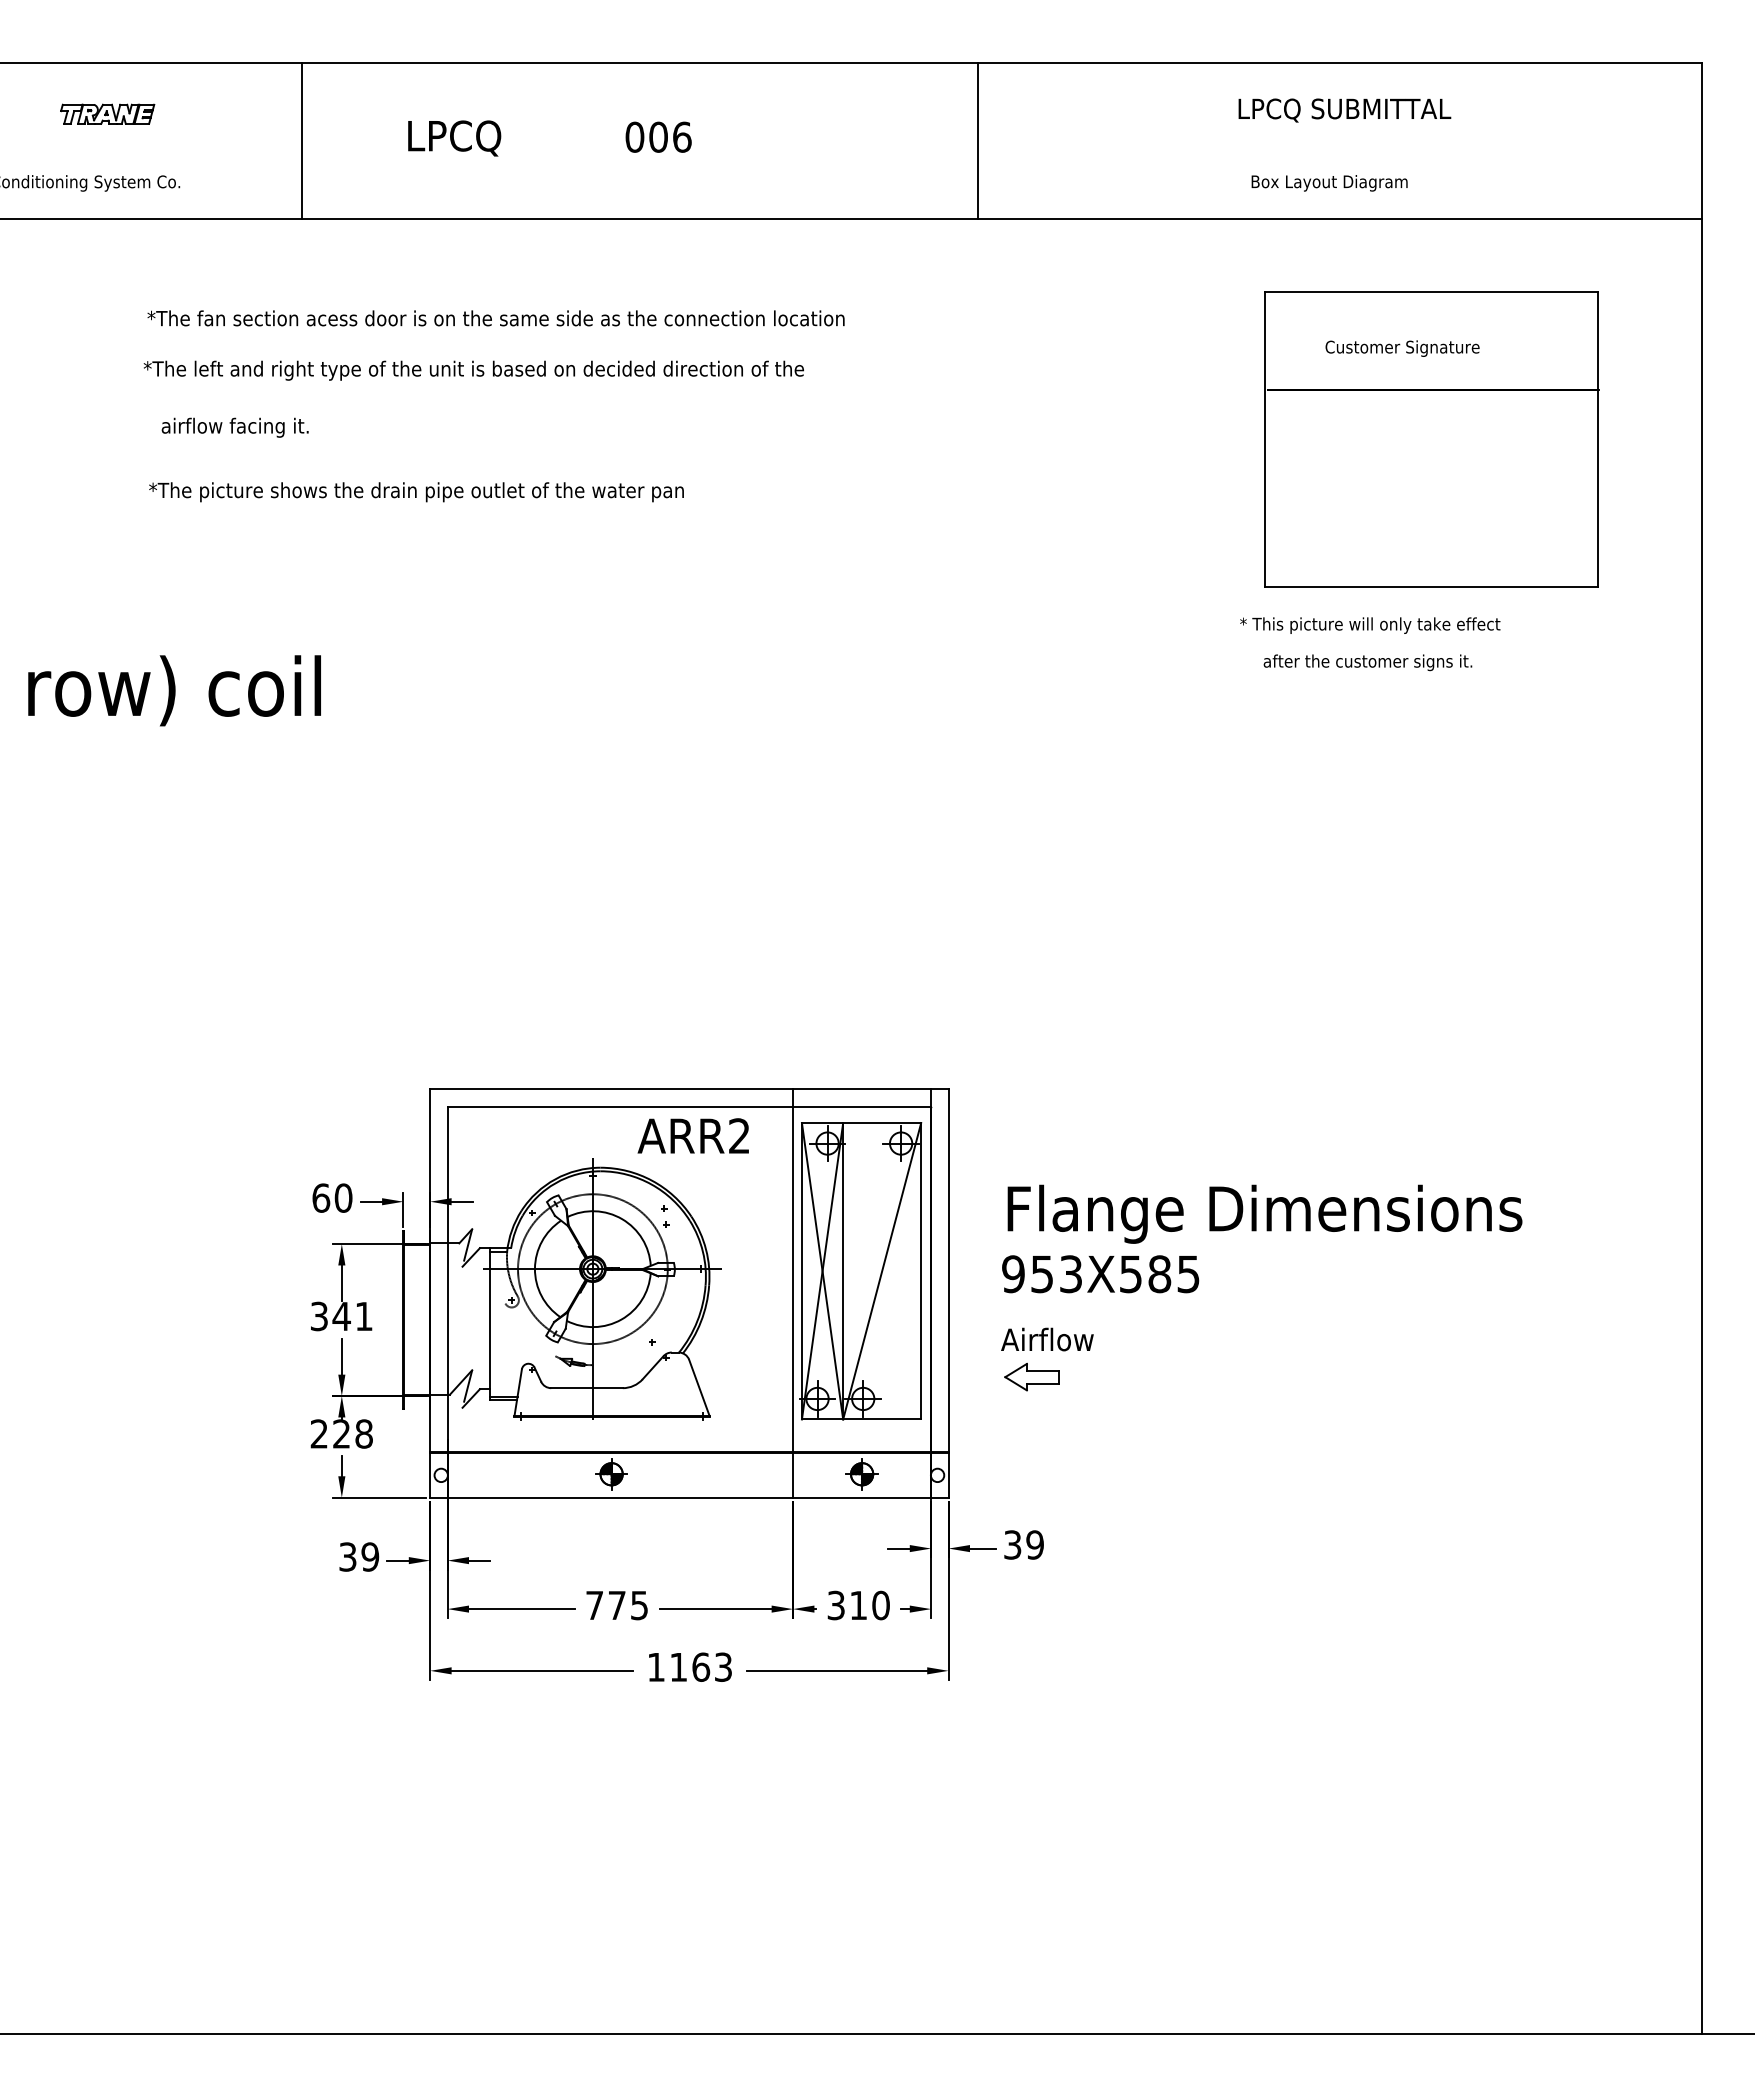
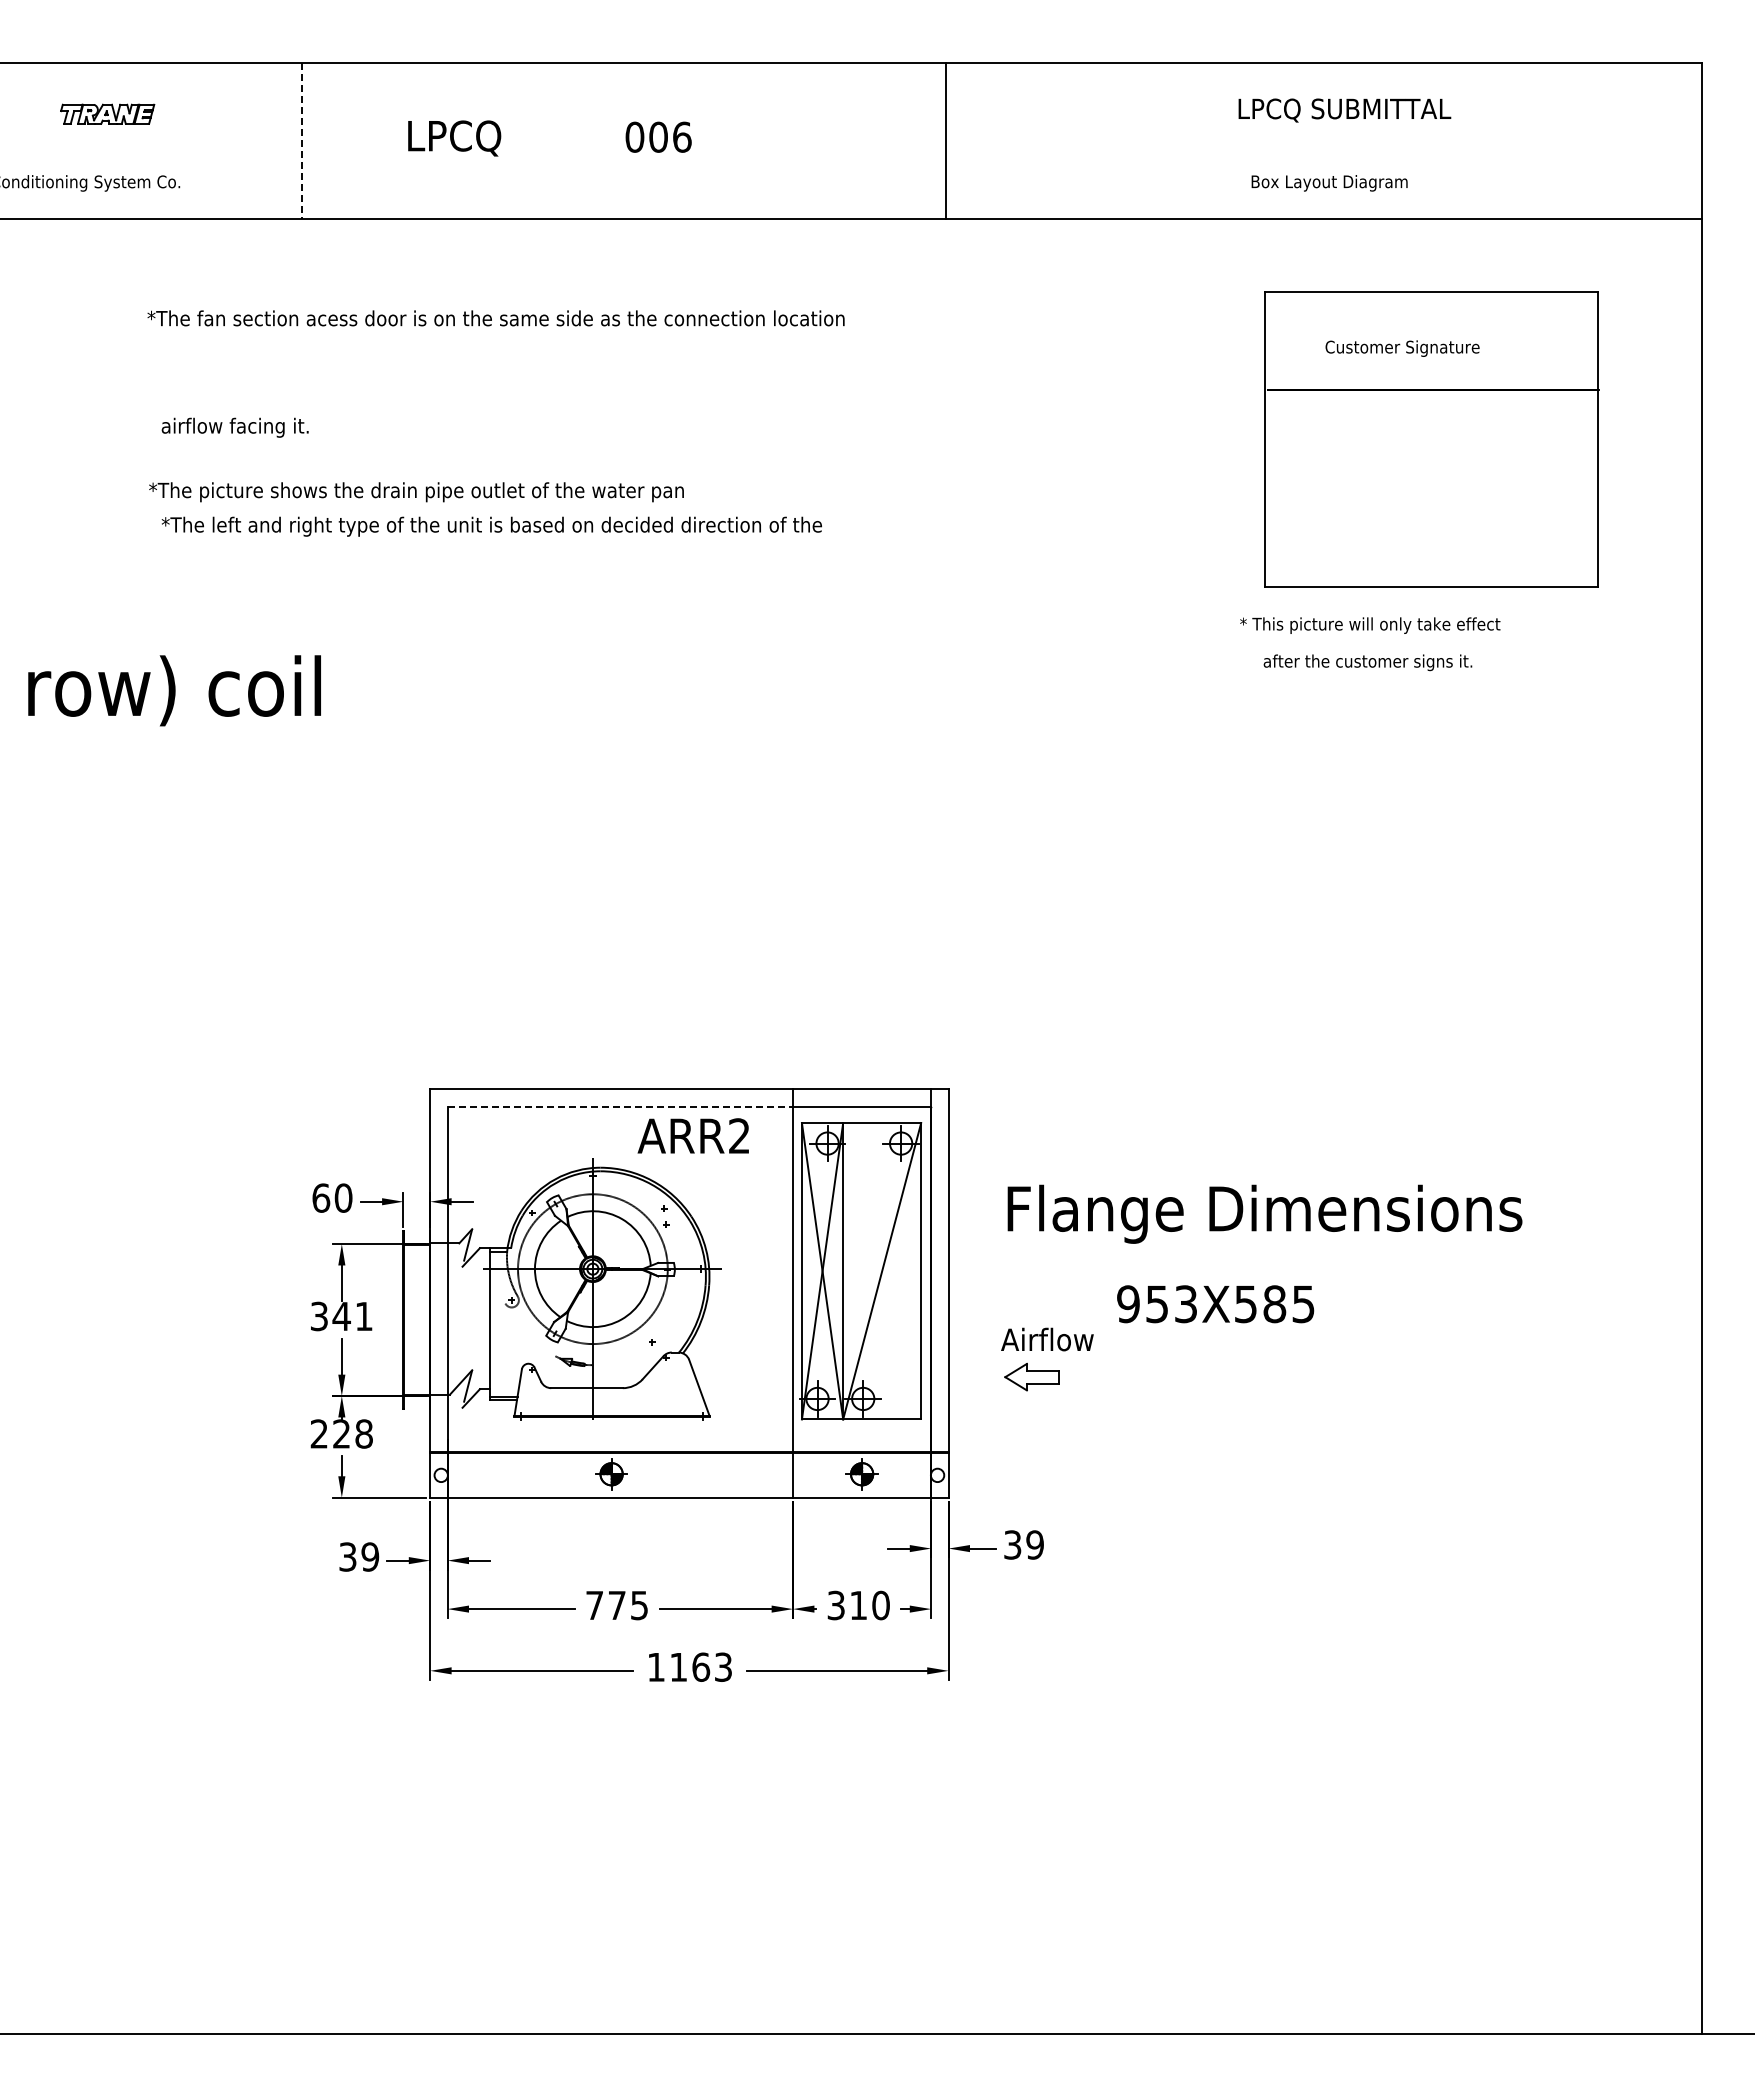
line at (301, 140): solid -> dashed
line at (977, 140) position: (977, 140) -> (945, 140)
text at (473, 370) position: (473, 370) -> (491, 526)
line at (620, 1106): solid -> dashed
text at (1100, 1274) position: (1100, 1274) -> (1215, 1304)
